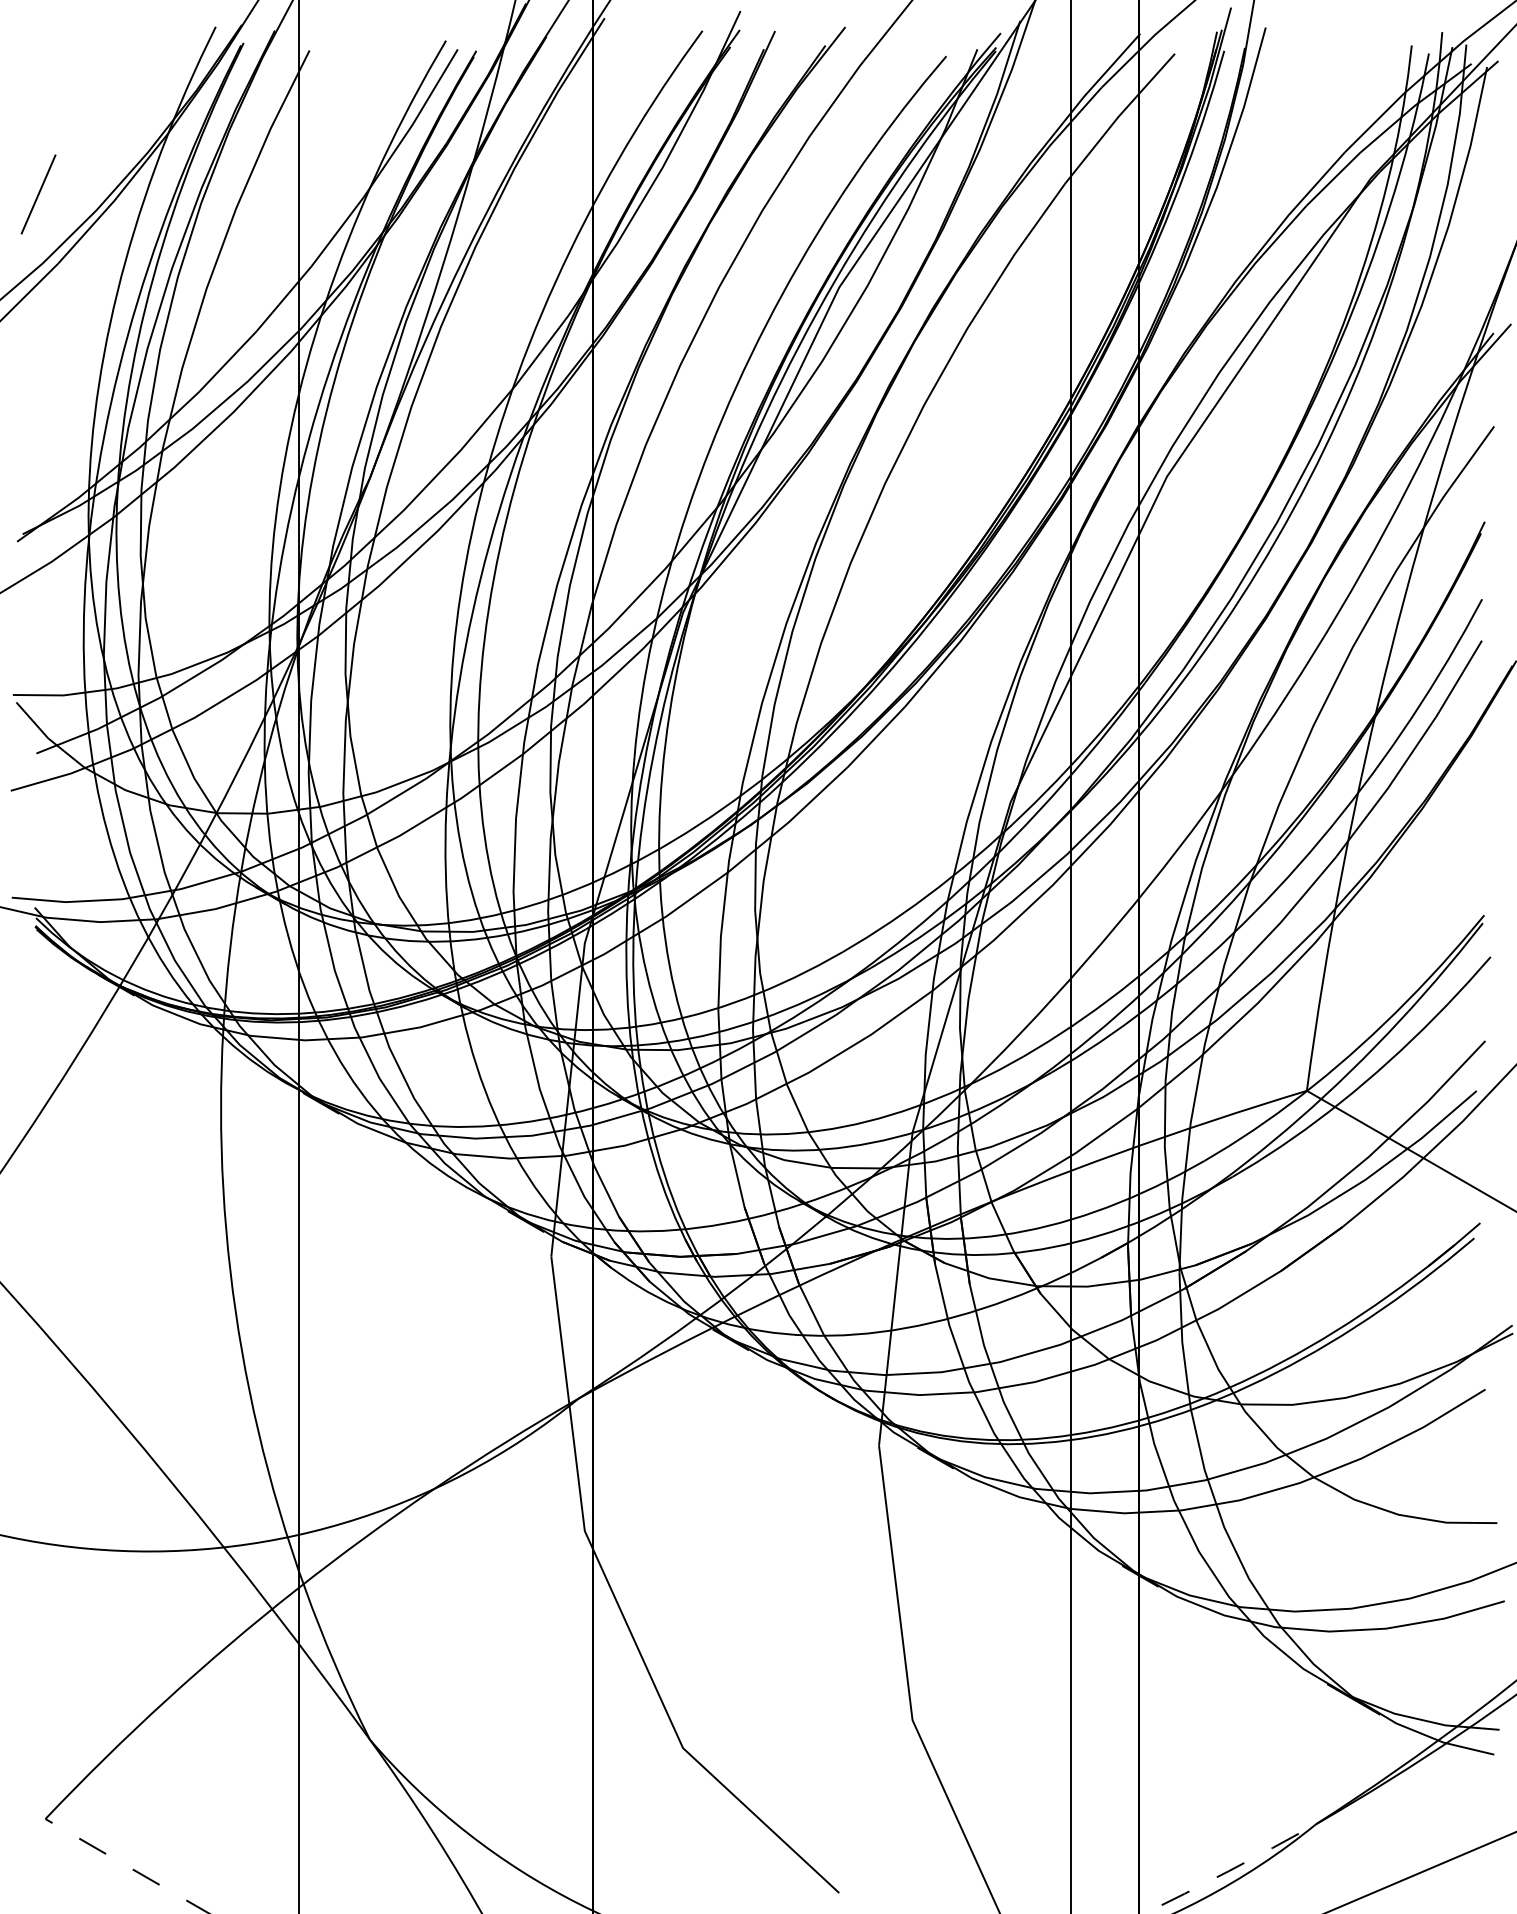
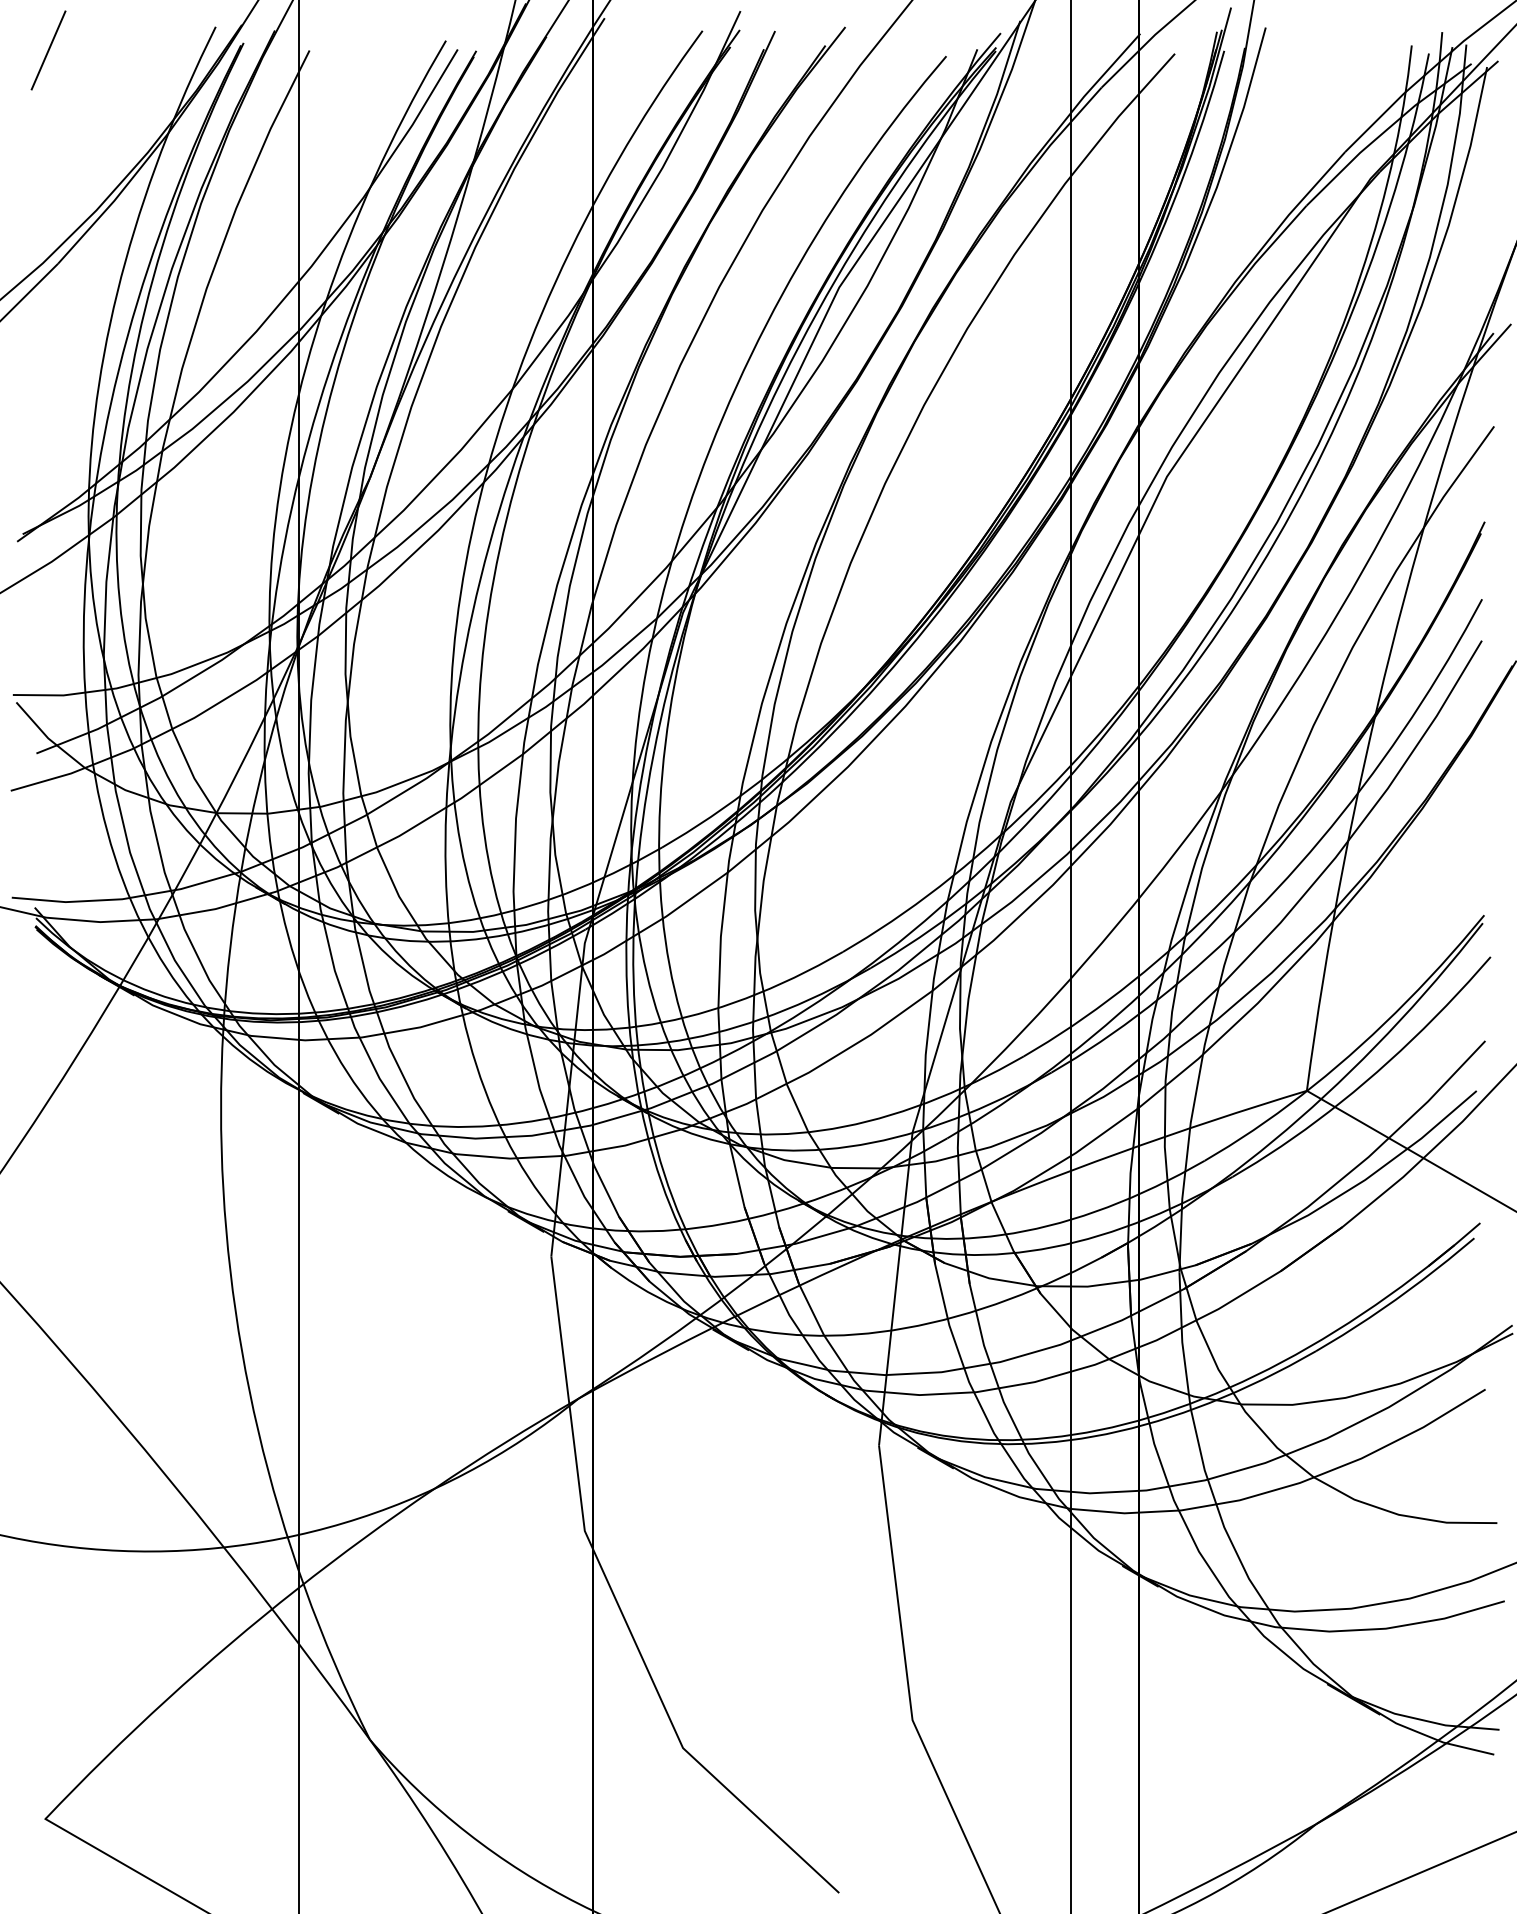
line at (38, 194) position: (38, 194) -> (48, 50)
line at (127, 1866): dashed -> solid
arc at (1230, 1870): dashed -> solid
